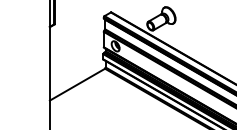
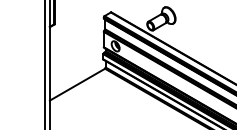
line at (45, 64): none -> present
